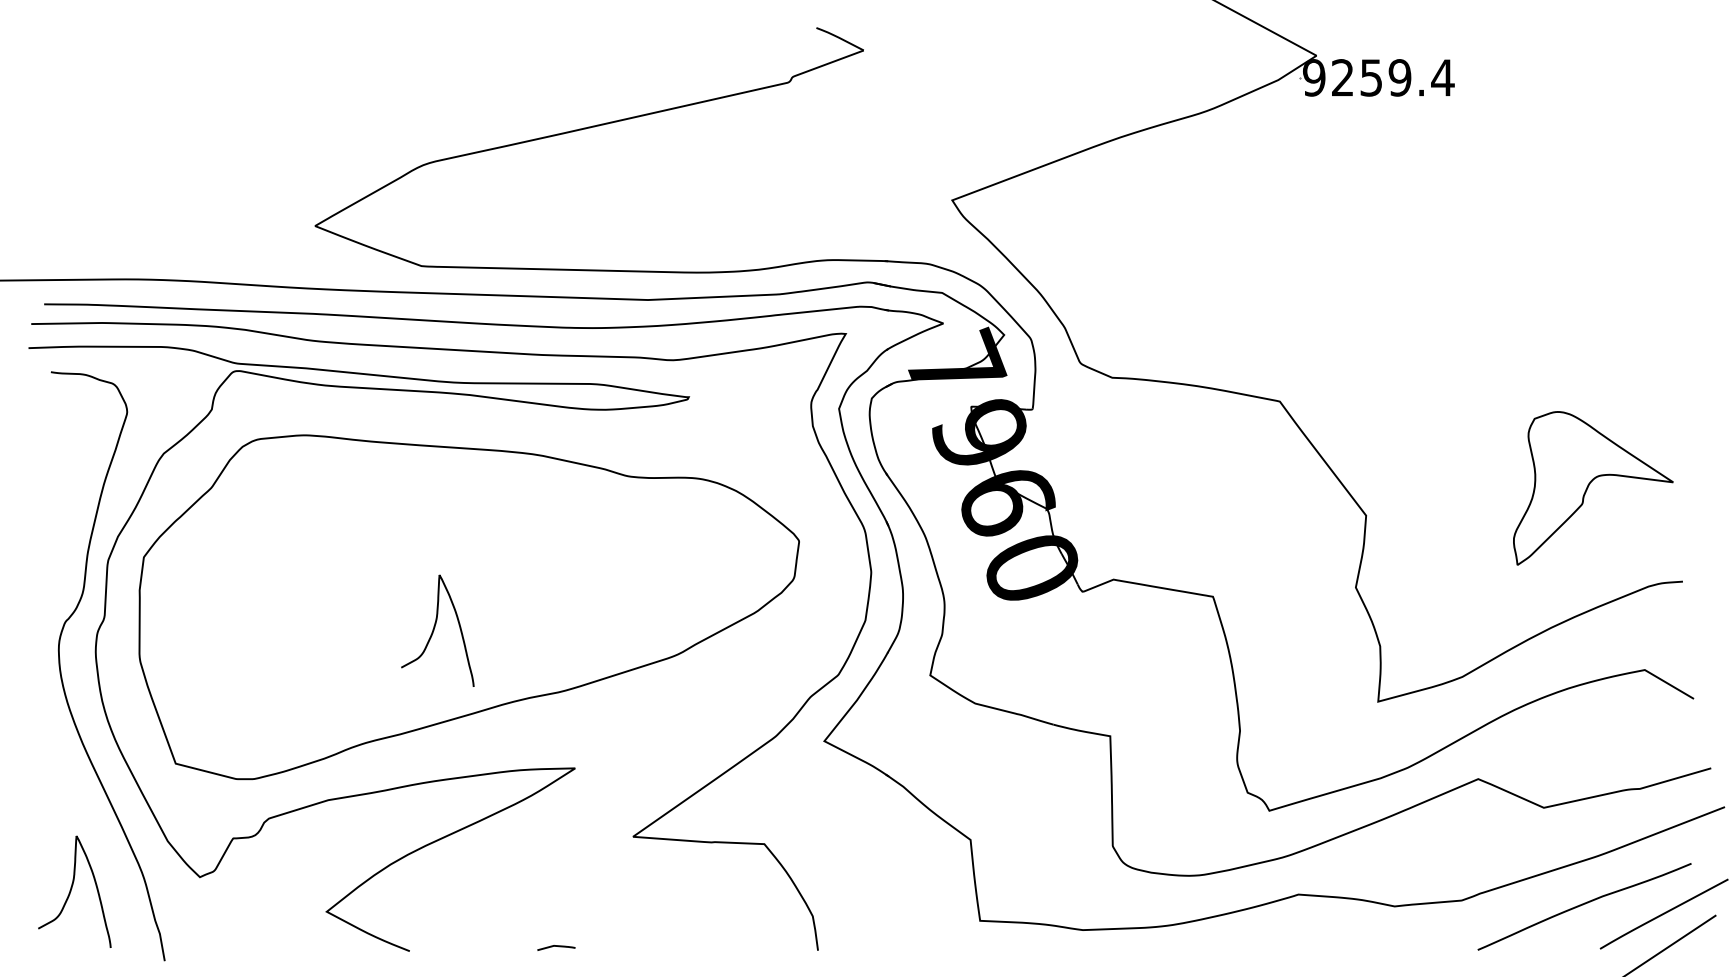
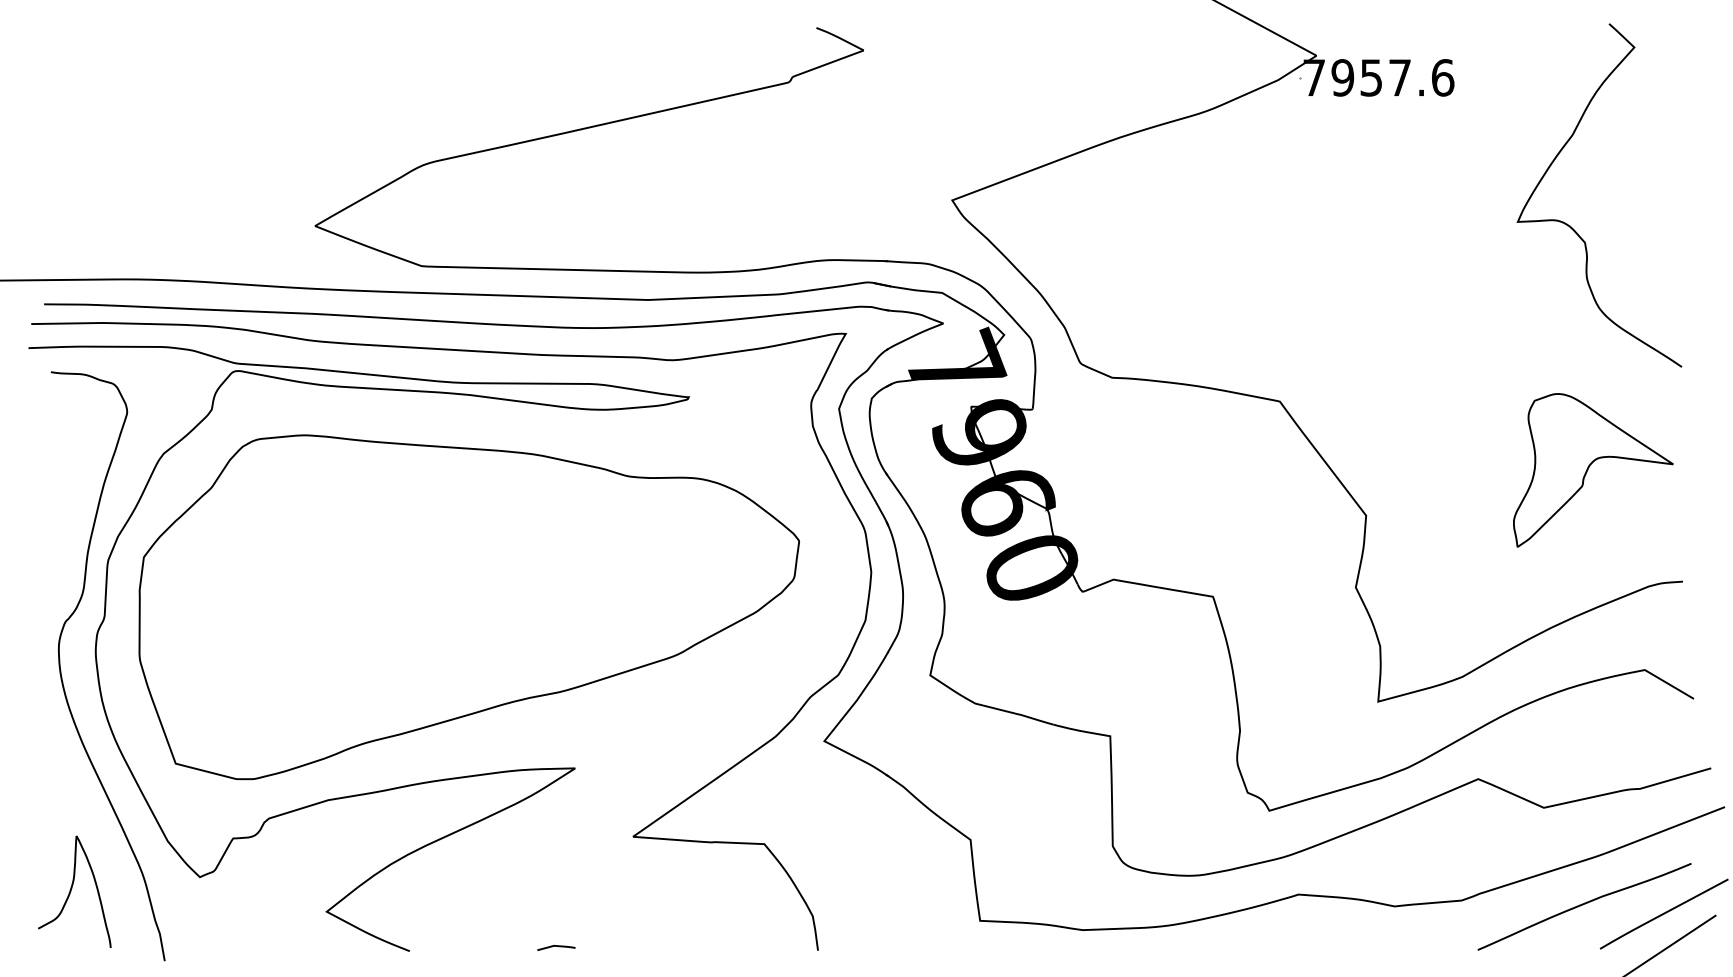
text at (1378, 77): 9259.4 -> 7957.6
curve at (1570, 225): none -> present
part at (1593, 488) position: (1593, 488) -> (1593, 470)
curve at (434, 630): present -> none
